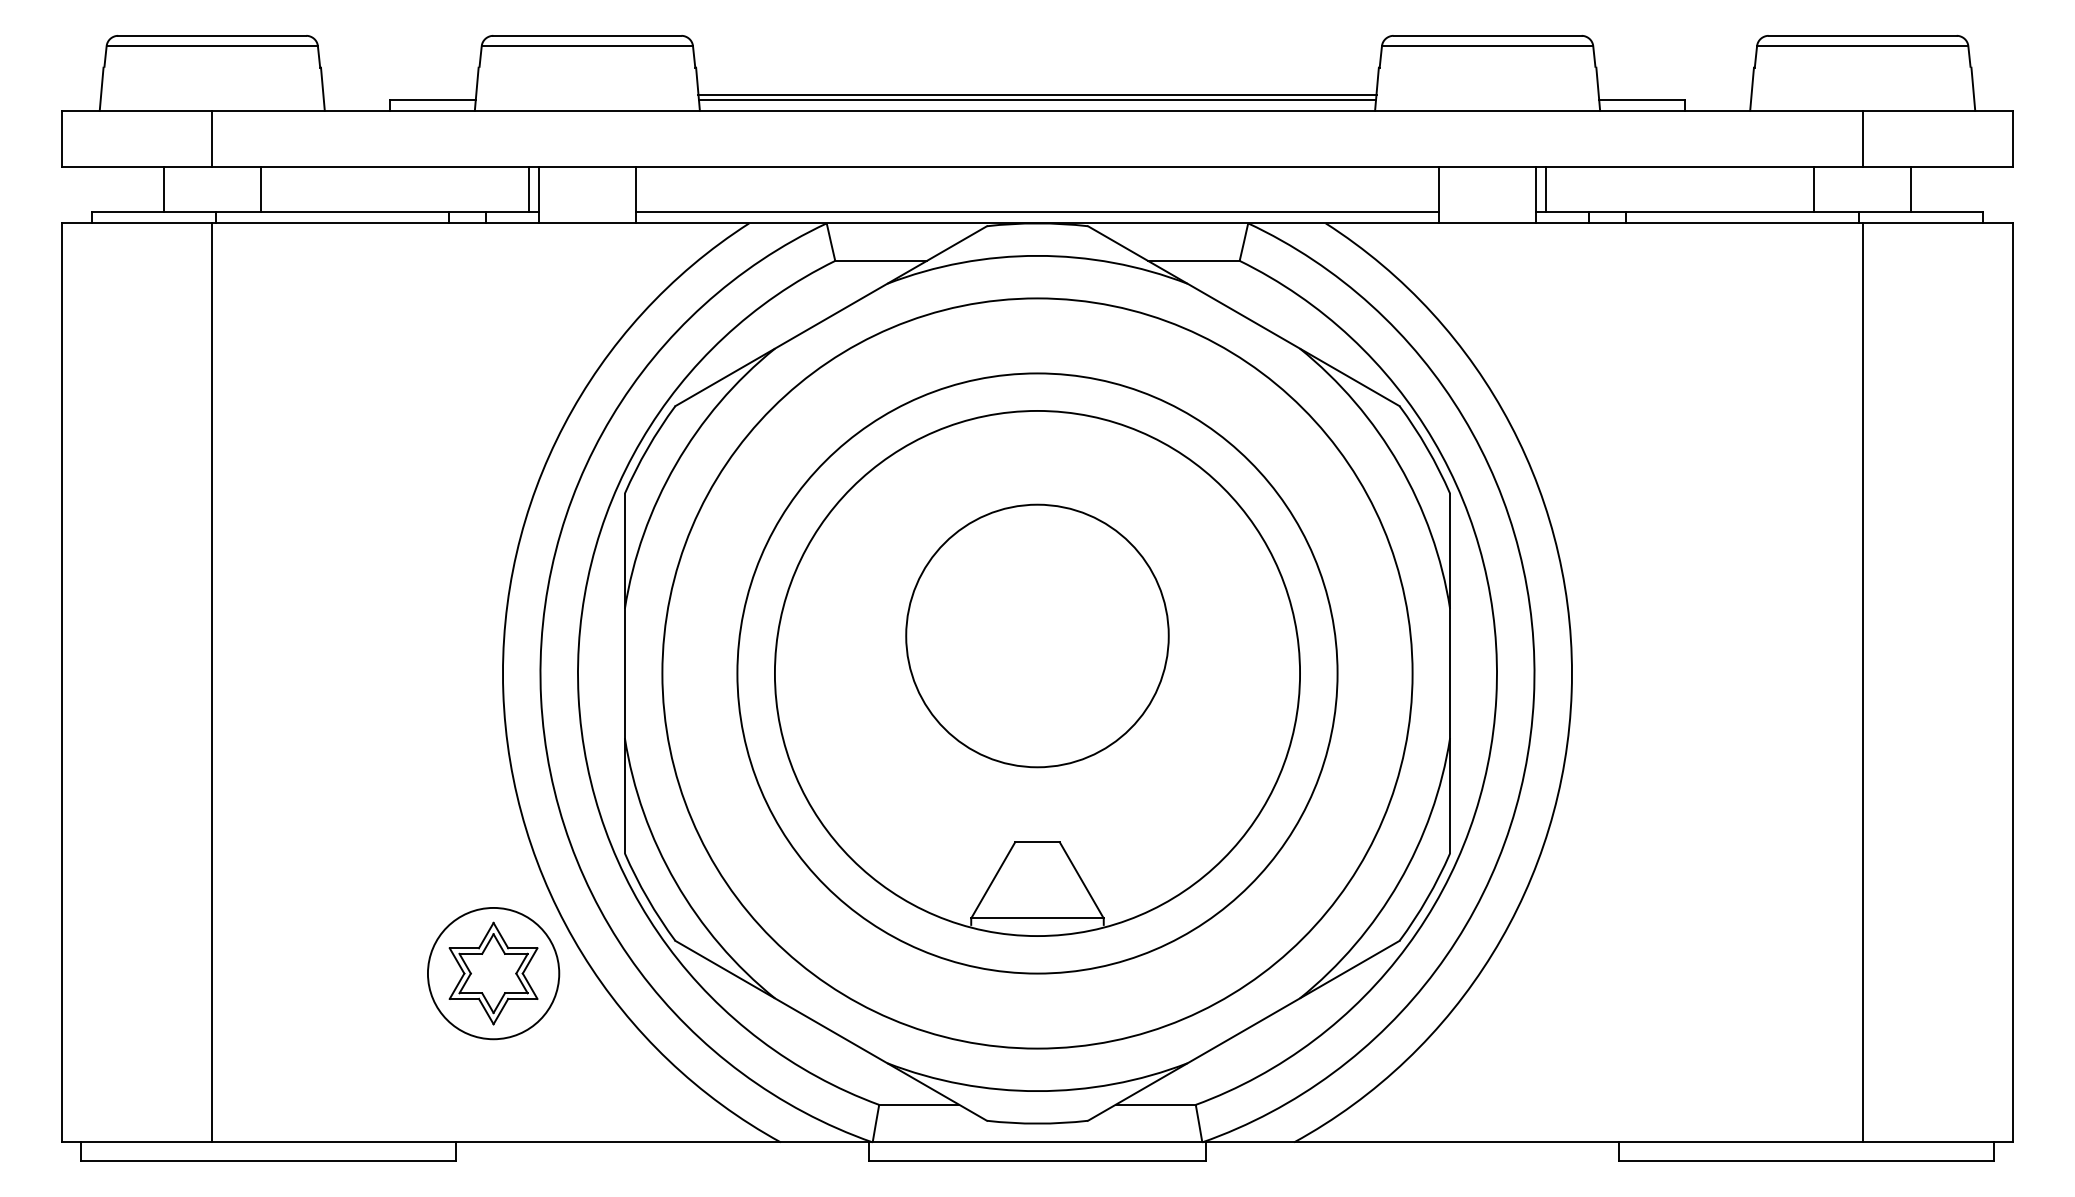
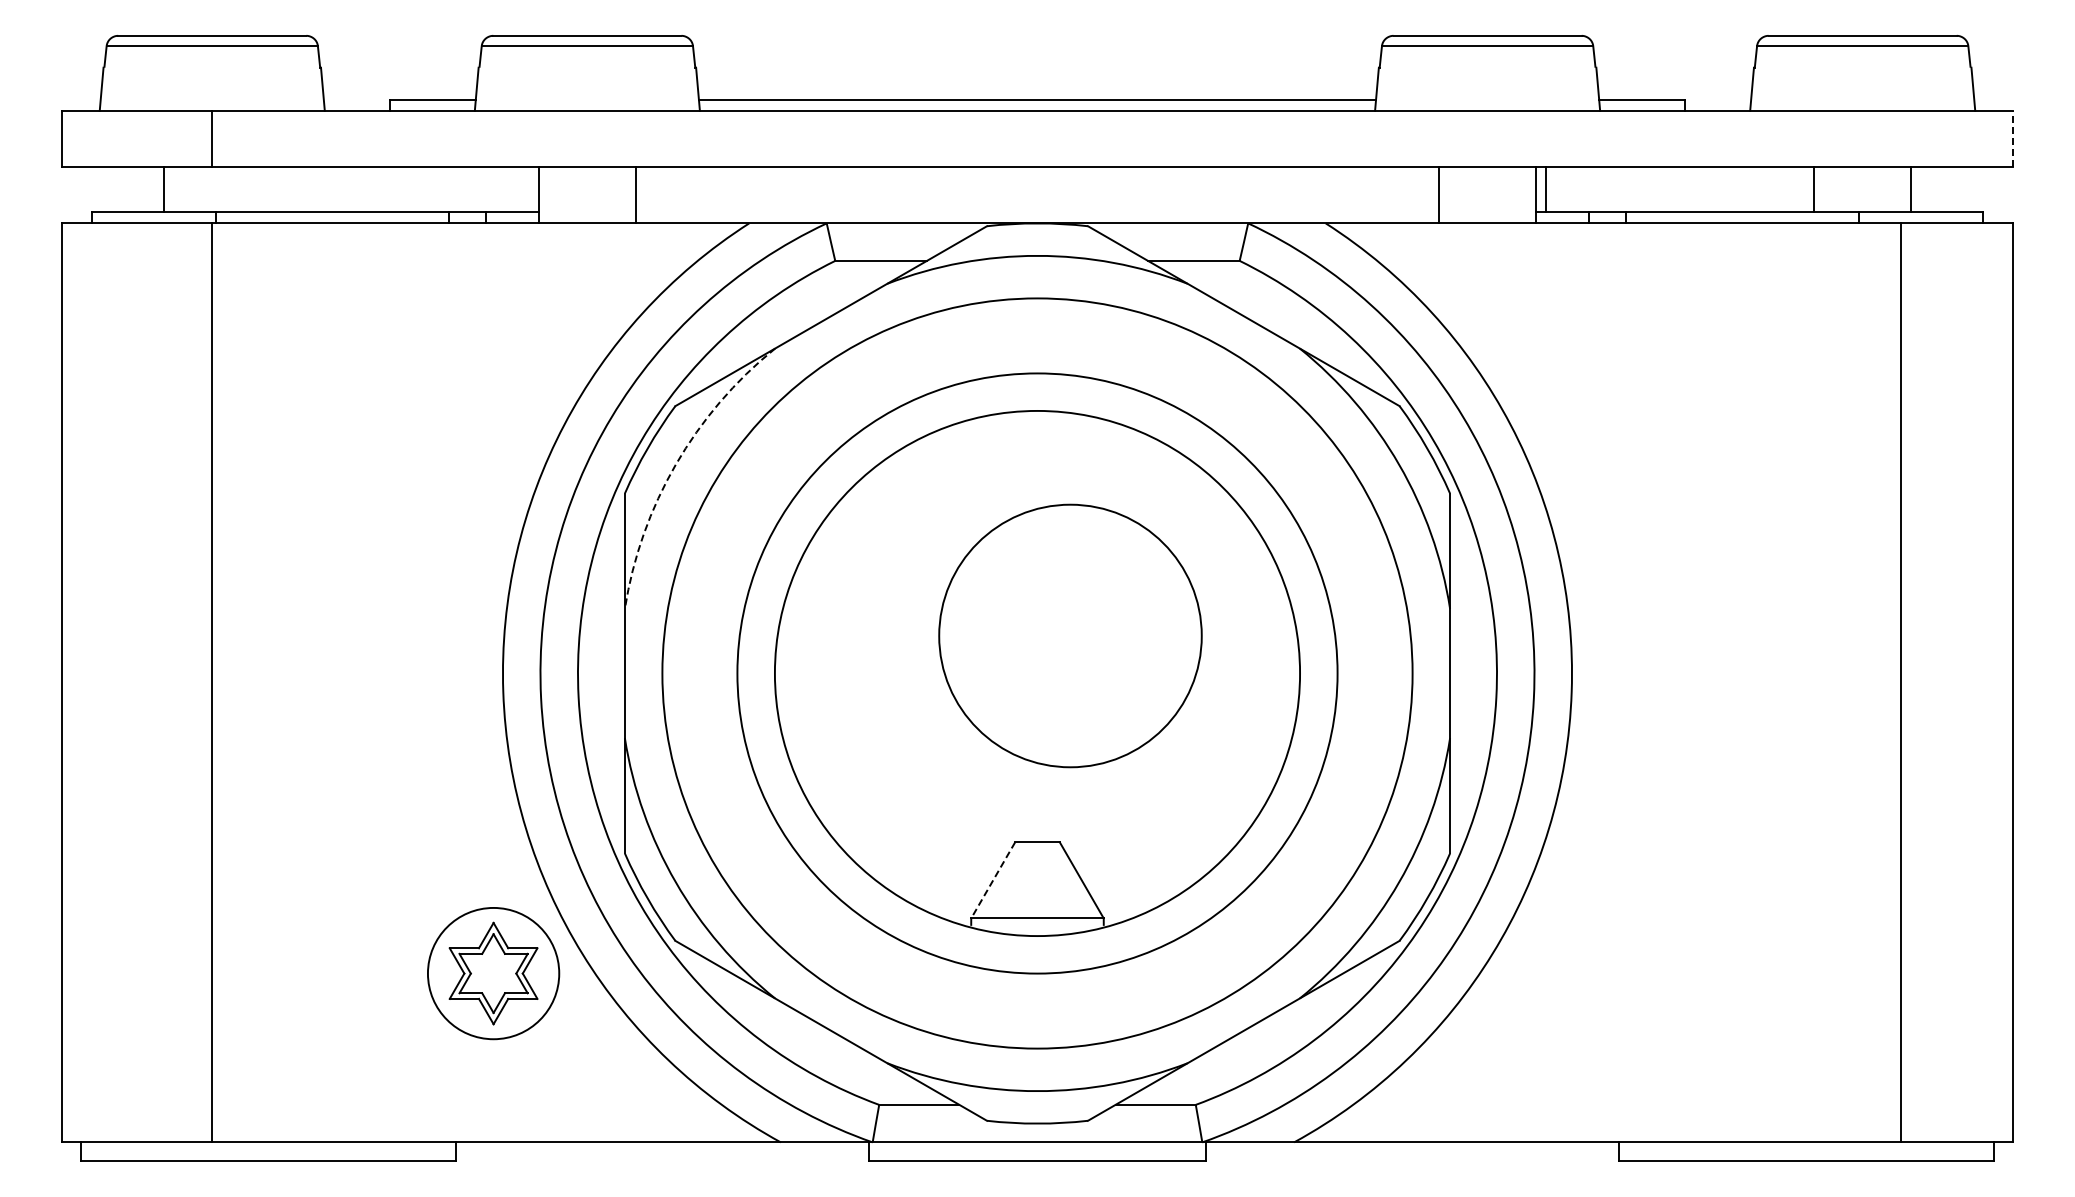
line at (1037, 94): present -> none
line at (1862, 138): present -> none
line at (2012, 138): solid -> dashed
line at (261, 189): present -> none
line at (528, 189): present -> none
line at (1037, 212): present -> none
arc at (675, 464): solid -> dashed
circle at (1037, 635) position: (1037, 635) -> (1070, 635)
line at (1862, 682) position: (1862, 682) -> (1900, 682)
line at (993, 880): solid -> dashed
